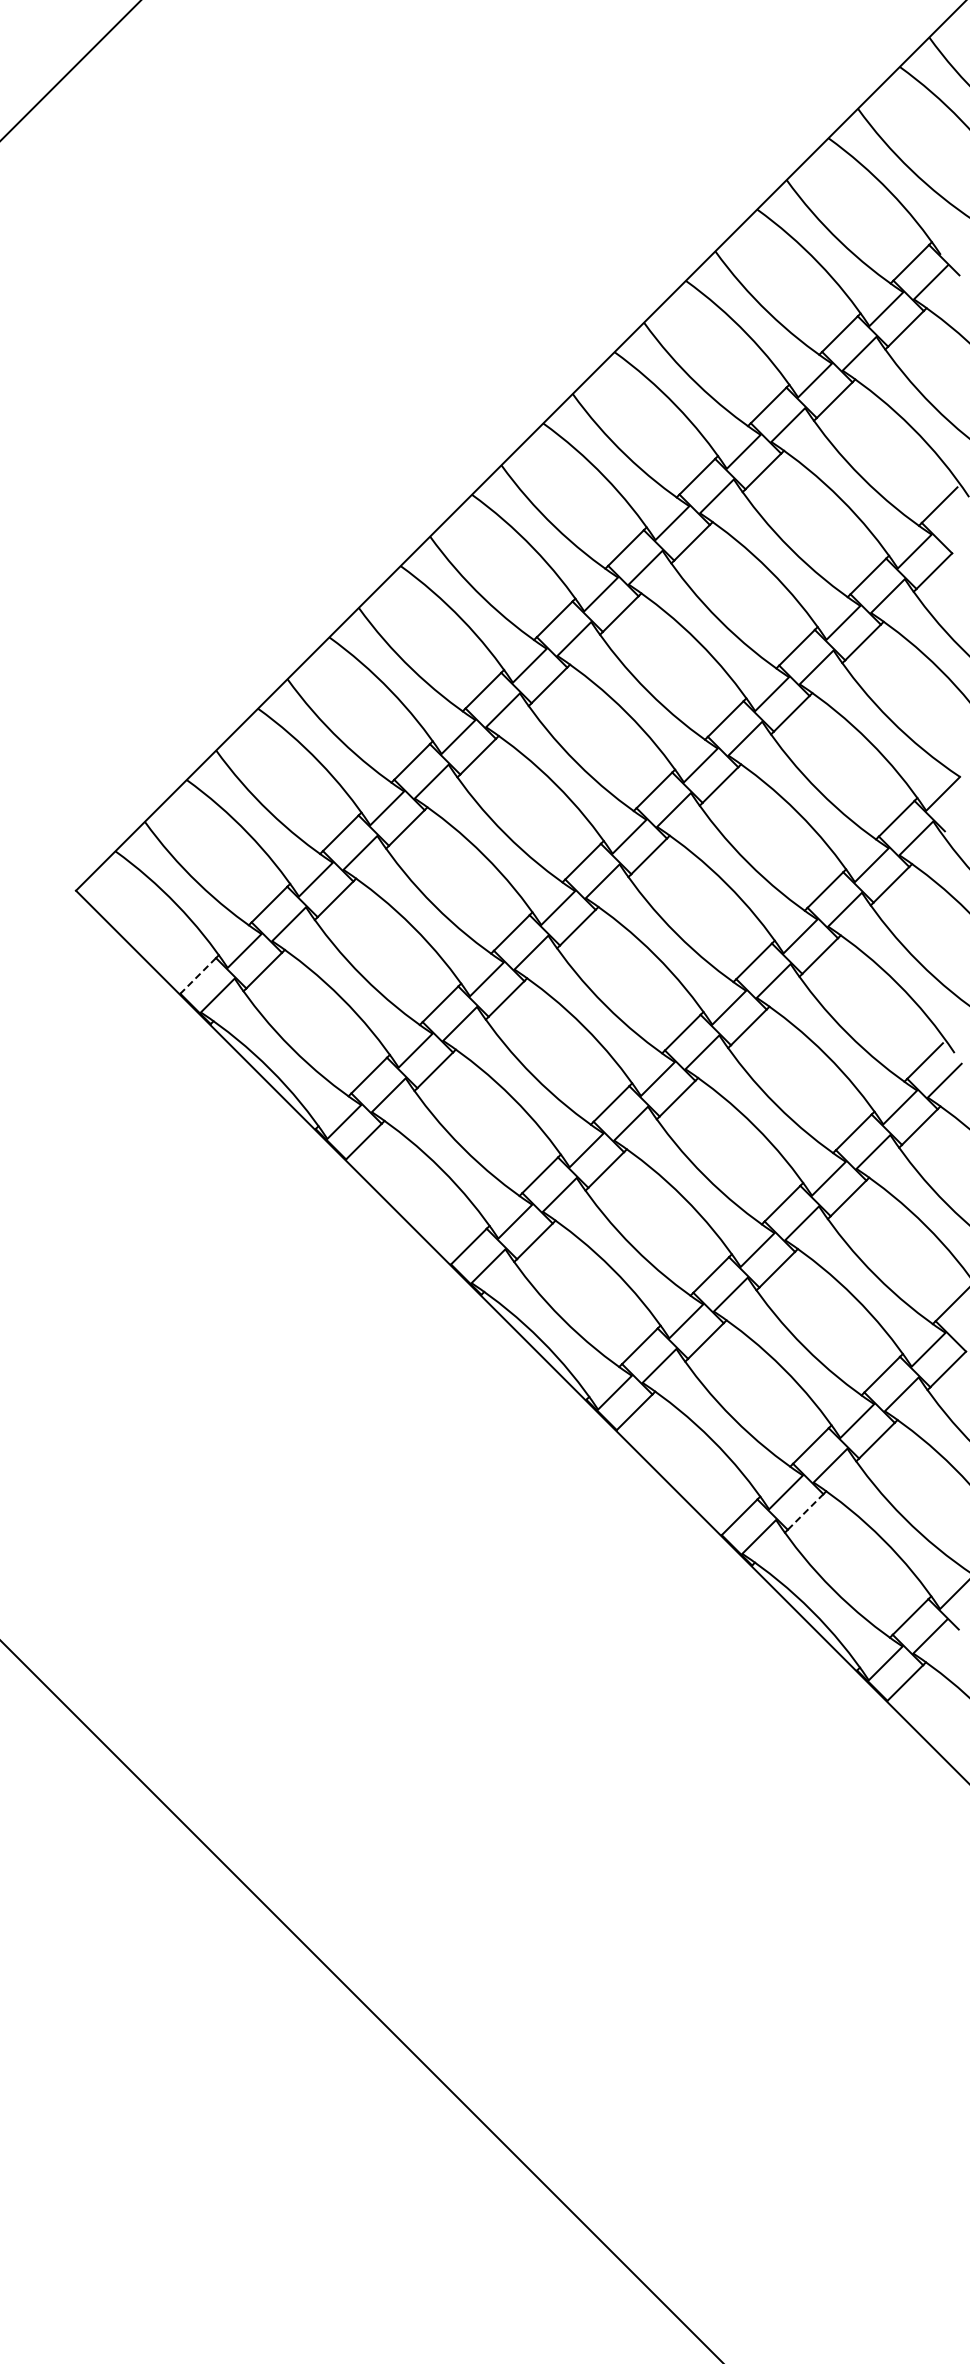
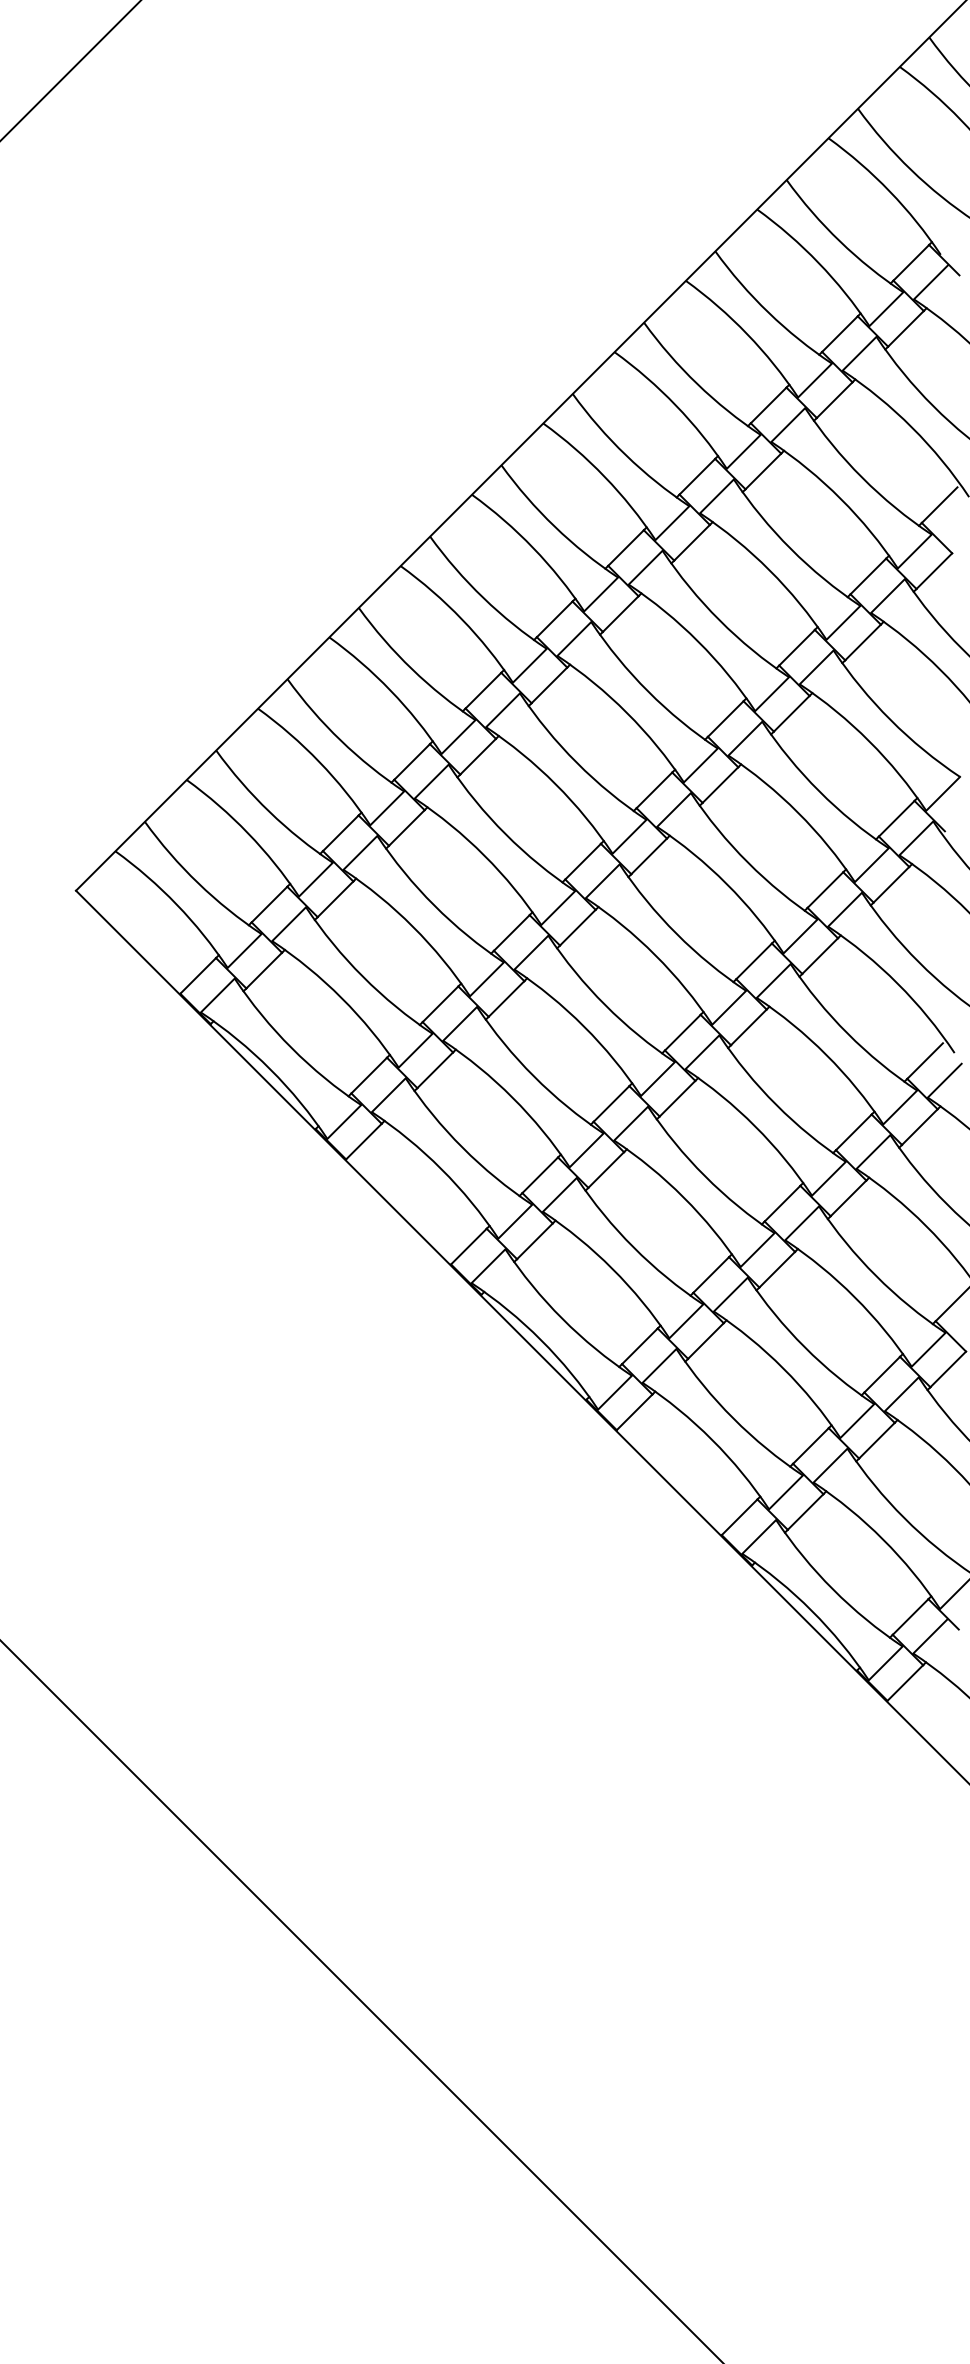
line at (197, 976): dashed -> solid
line at (805, 1511): dashed -> solid
